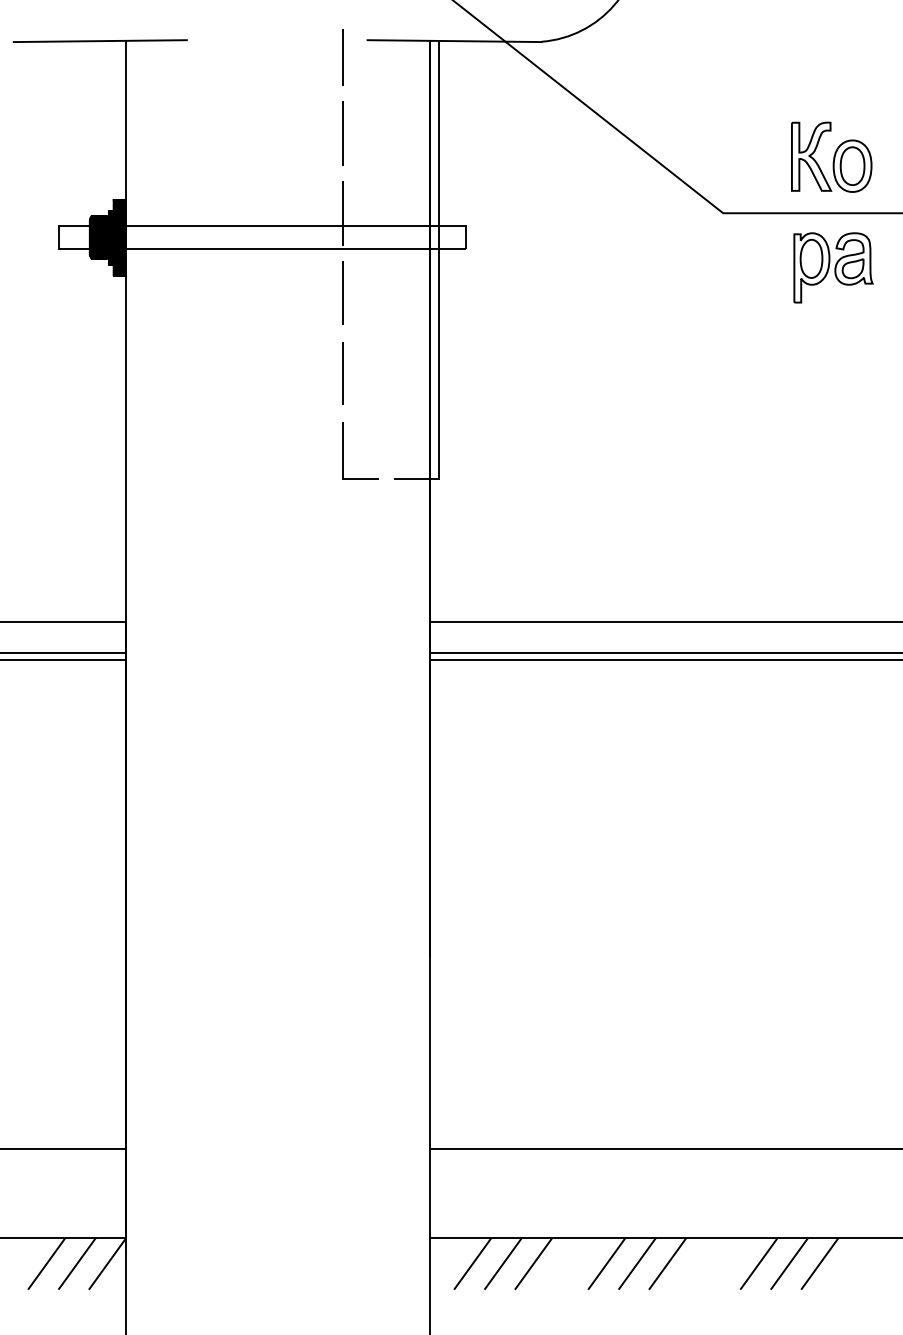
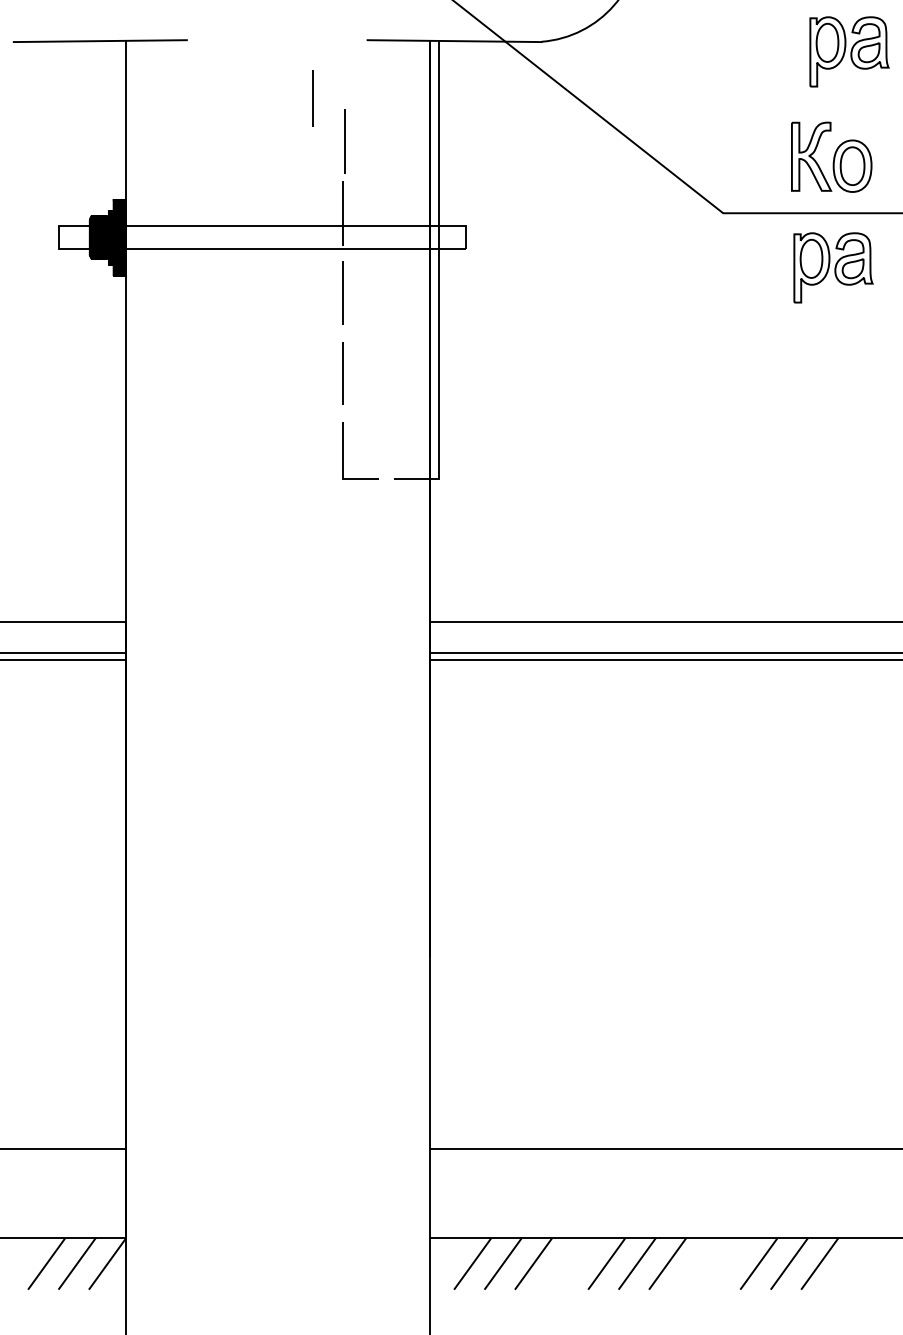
part at (849, 51): none -> present
line at (342, 57) position: (342, 57) -> (312, 98)
line at (342, 133) position: (342, 133) -> (344, 141)
